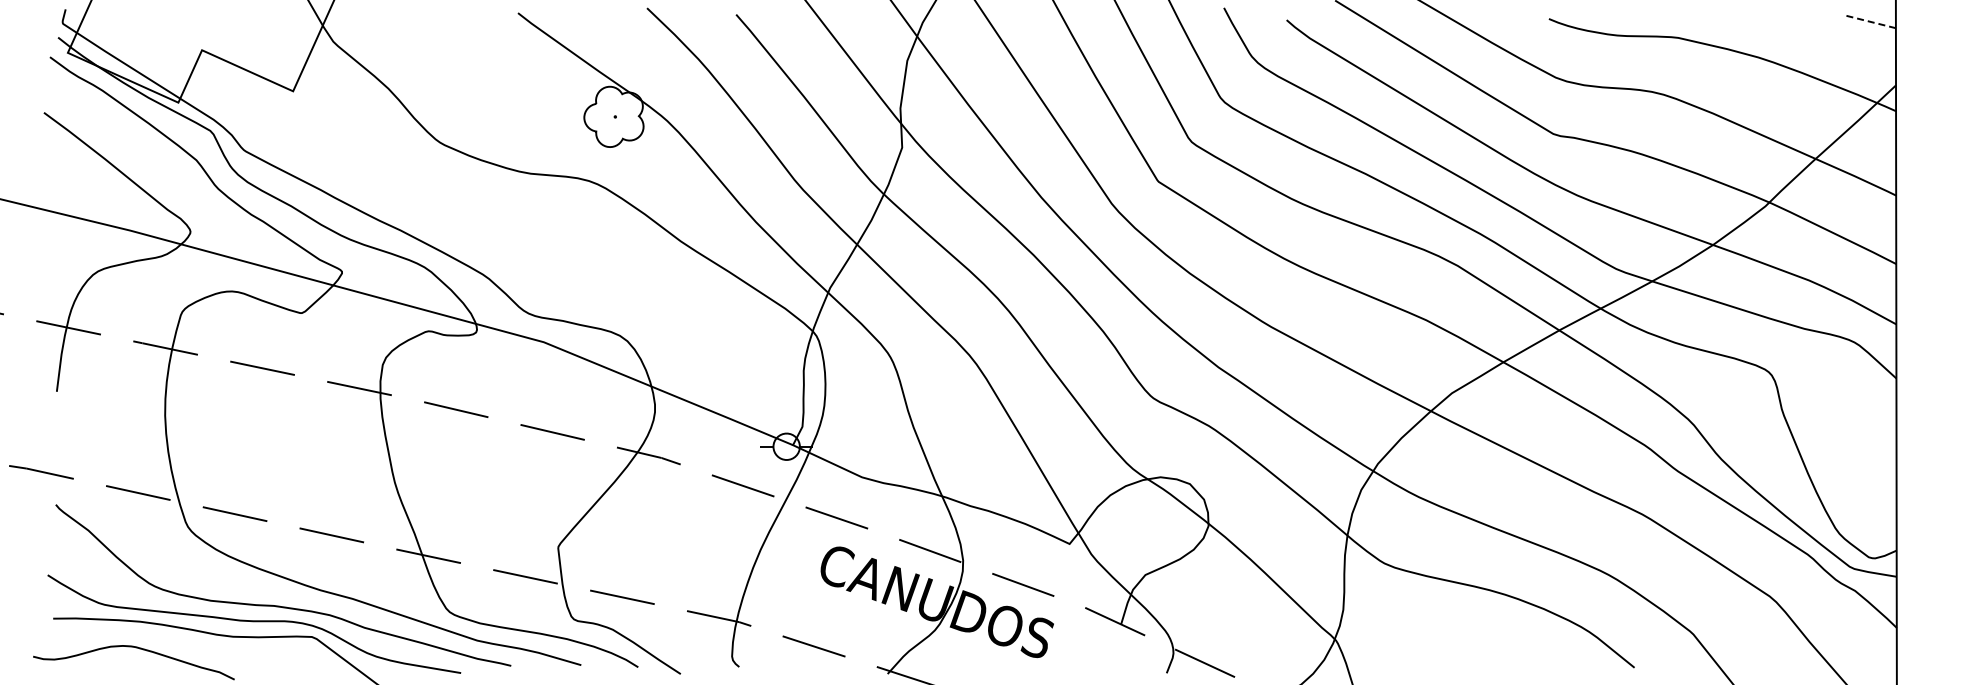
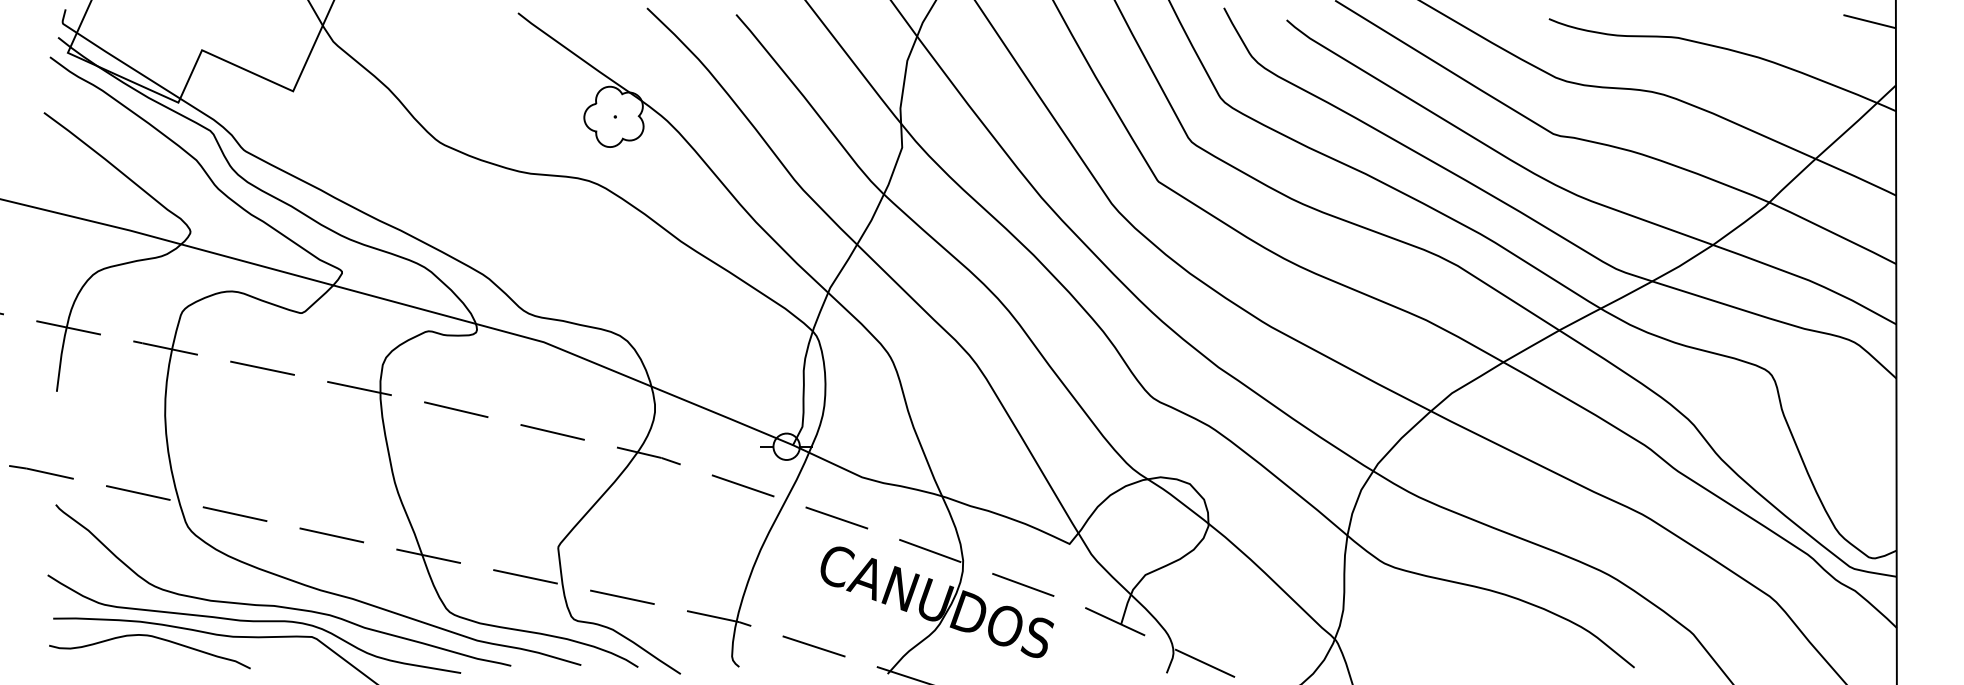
line at (1869, 21): dashed -> solid
curve at (136, 648) position: (136, 648) -> (152, 637)
